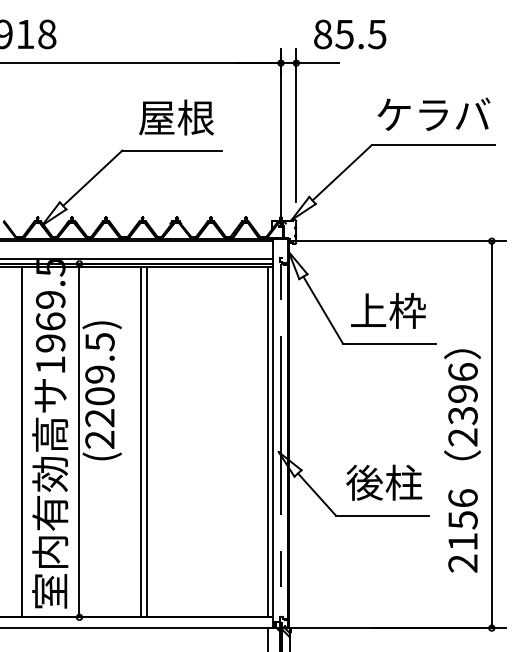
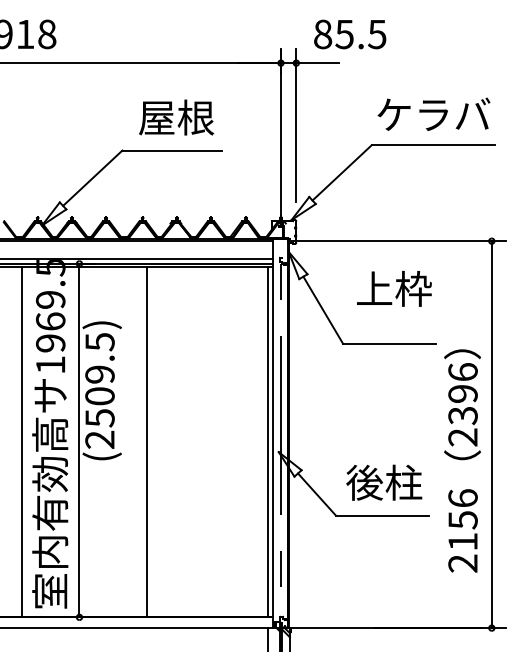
text at (388, 310) position: (388, 310) -> (394, 288)
text at (99, 418): (2209.5) -> (2509.5)
line at (140, 441): present -> none
